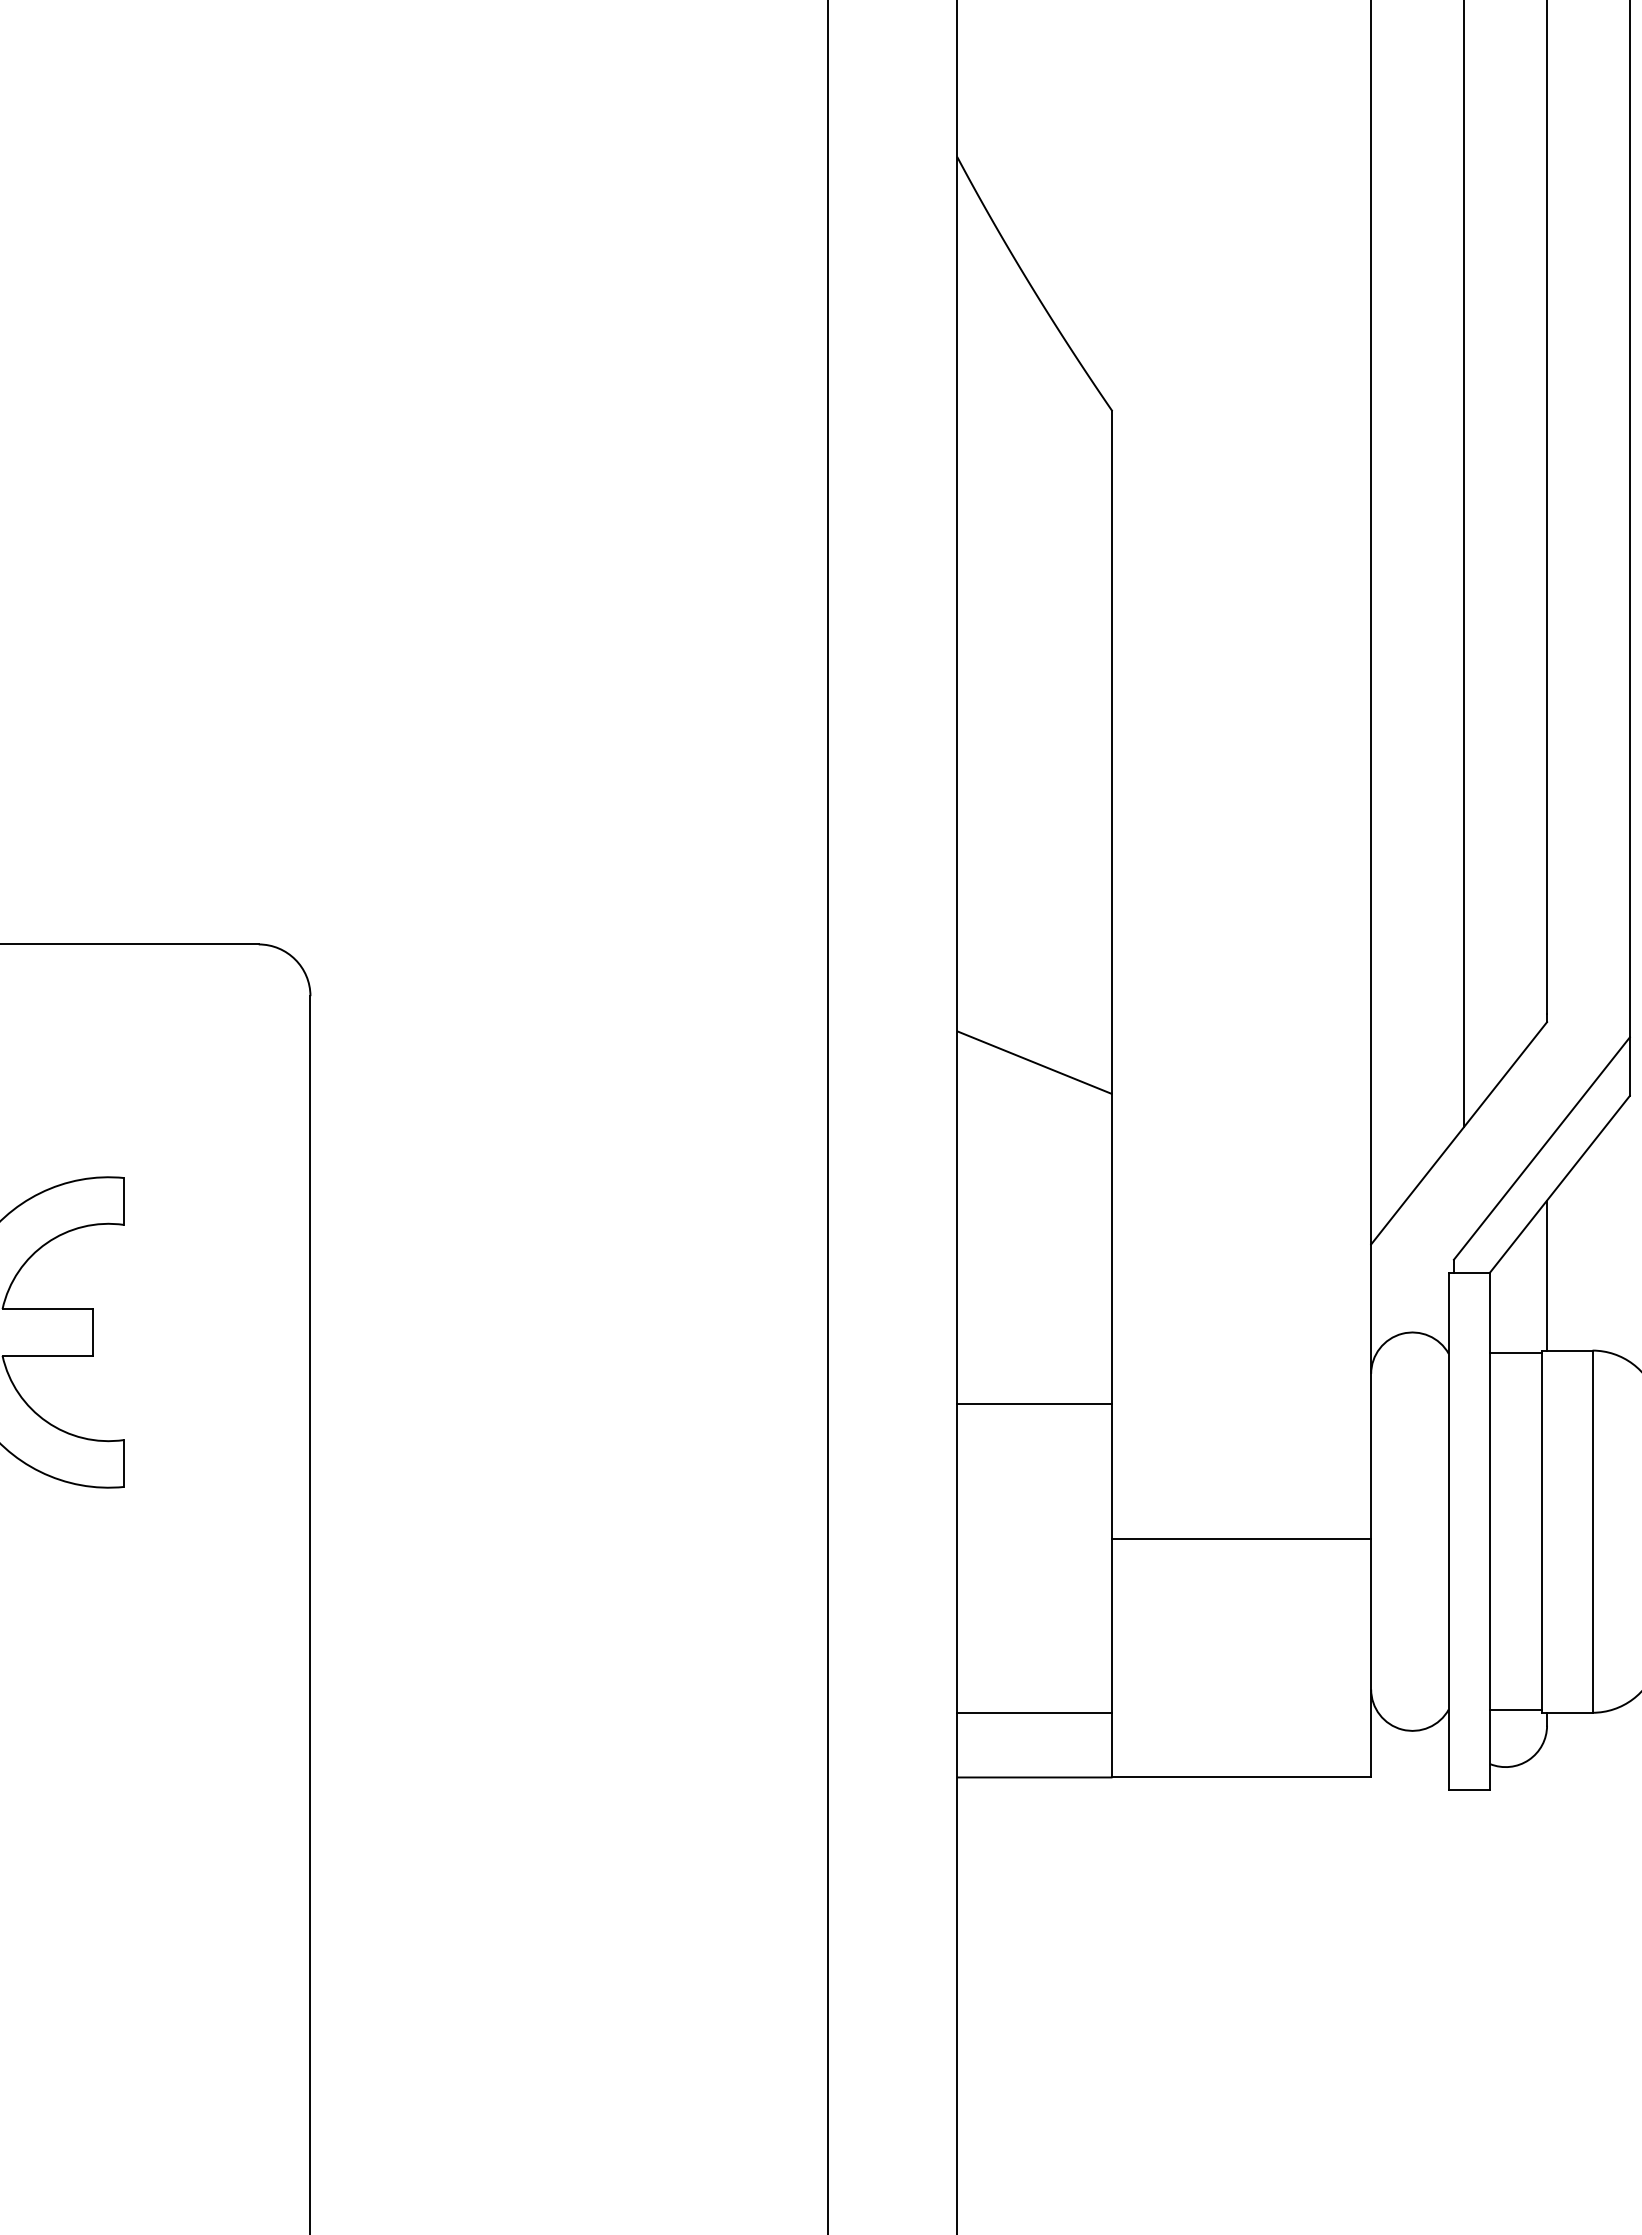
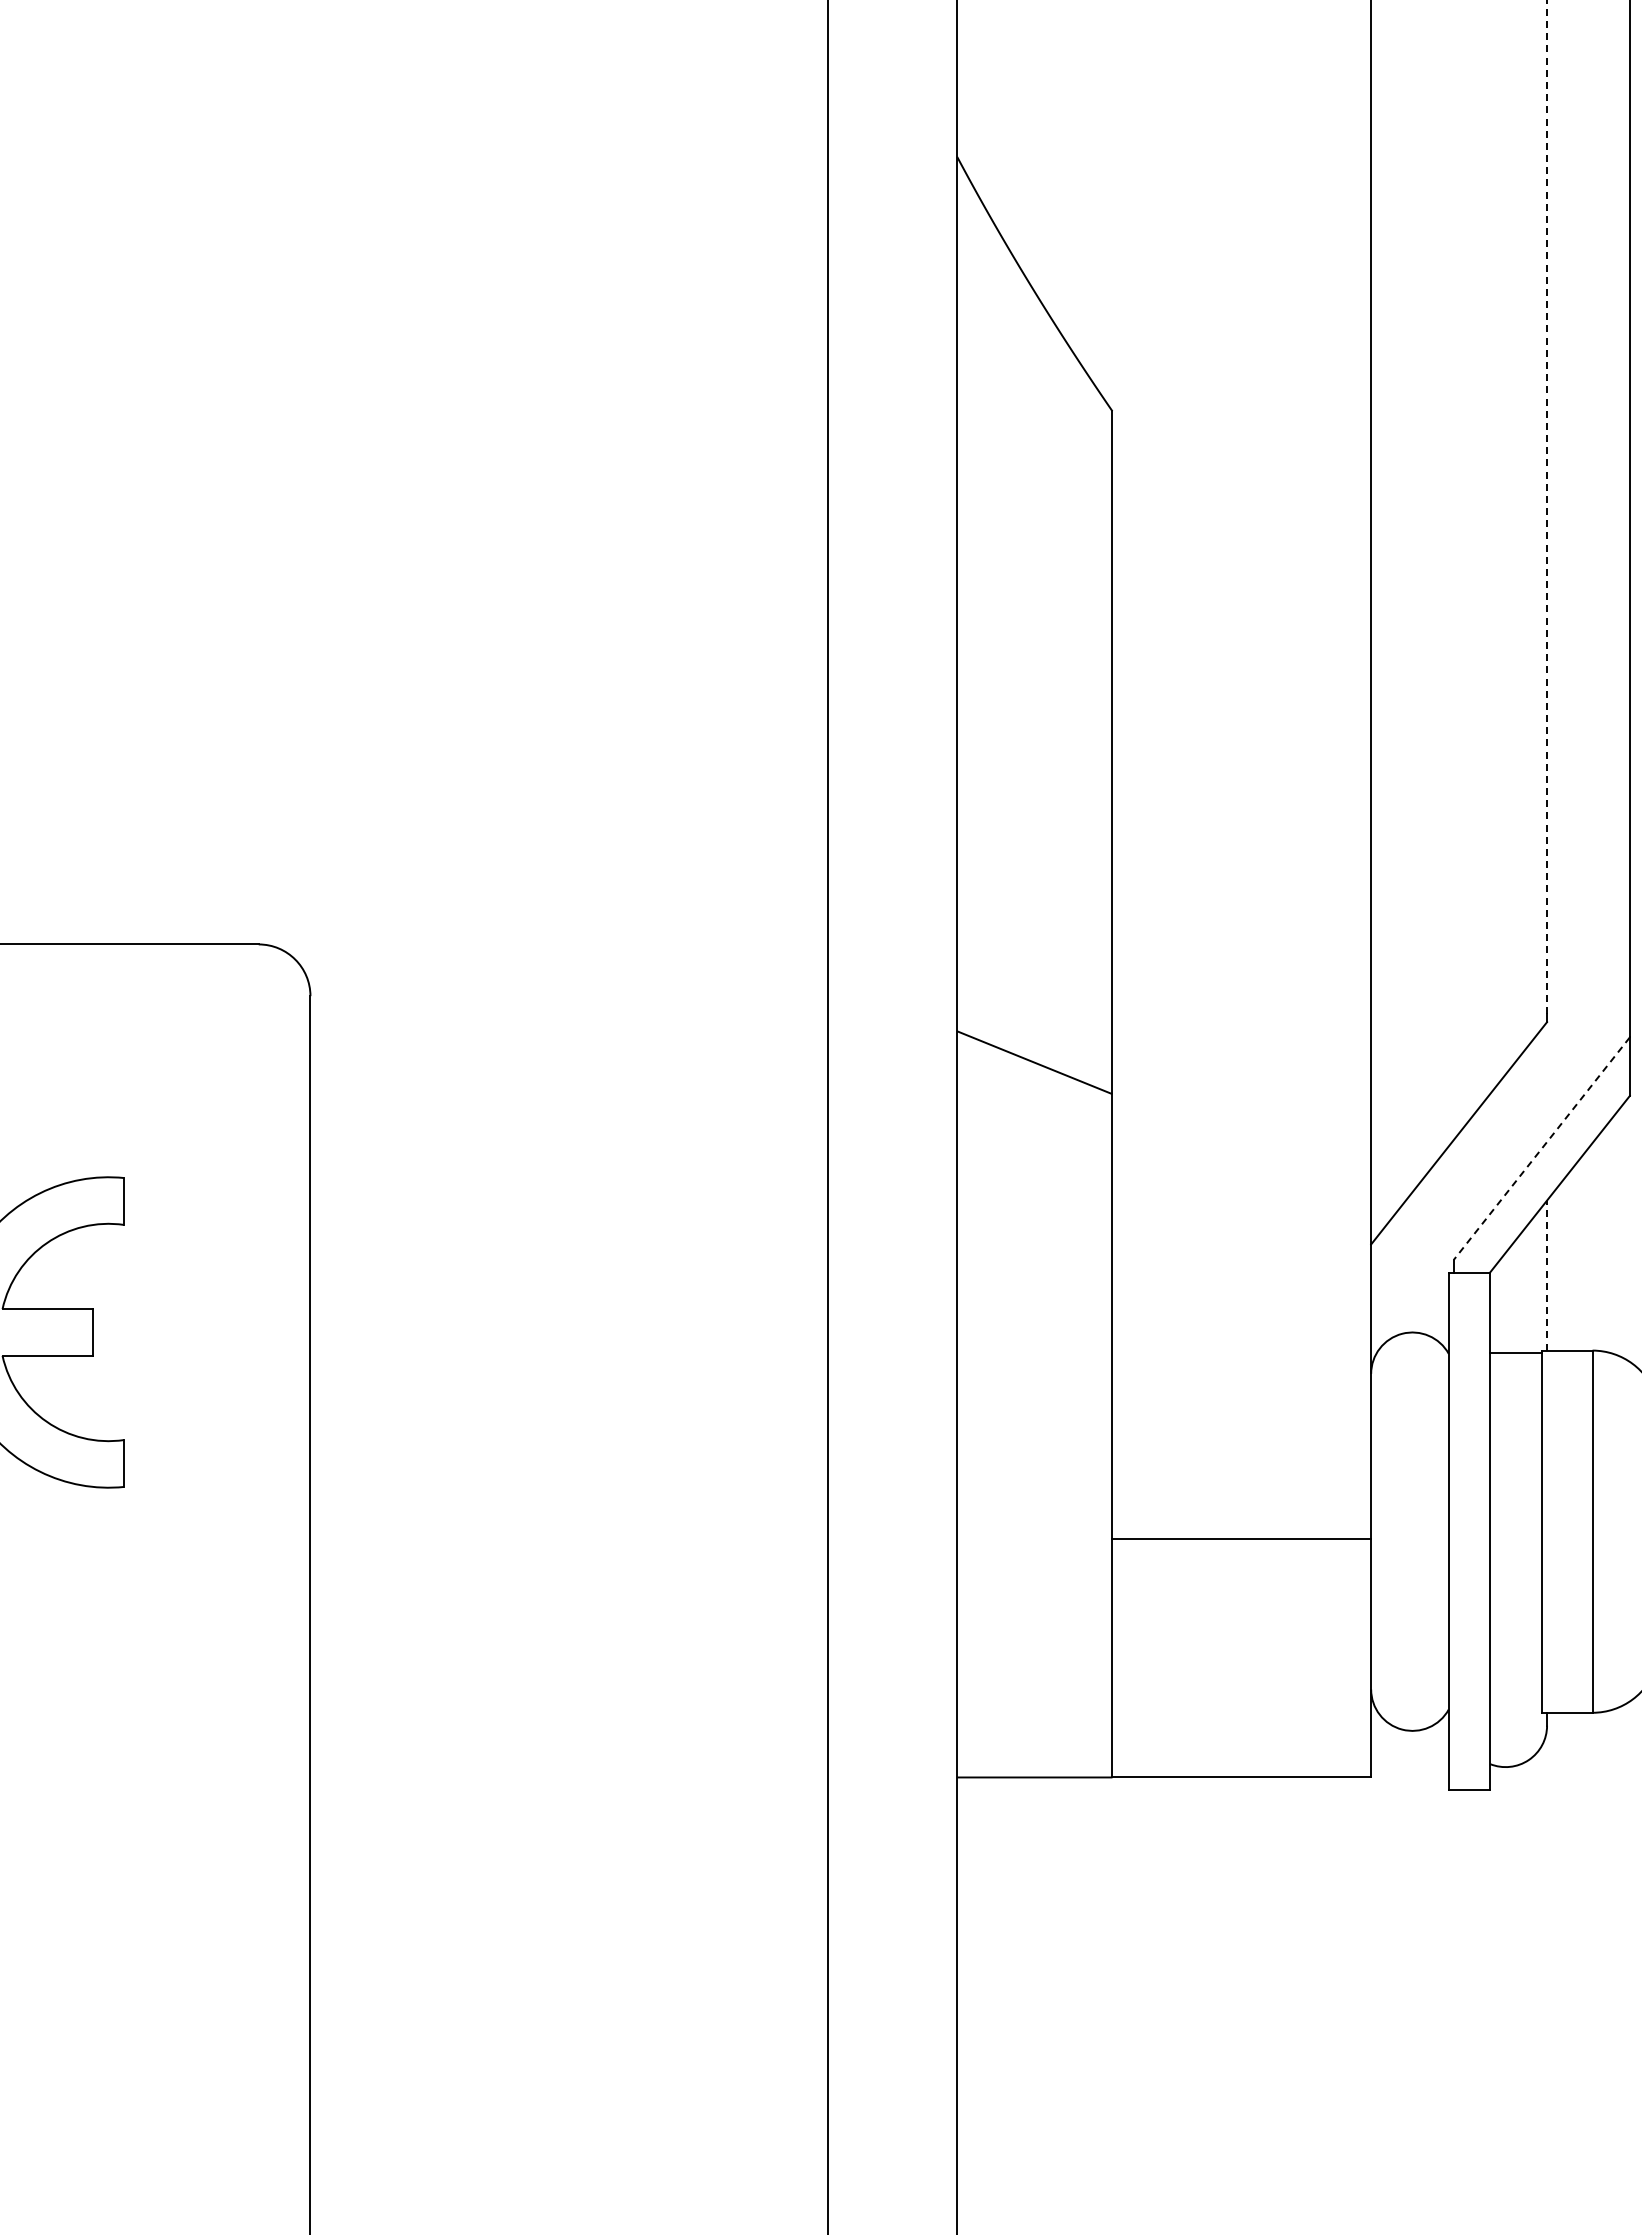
line at (1547, 507): solid -> dashed
line at (1464, 564): present -> none
line at (1541, 1148): solid -> dashed
line at (1547, 1275): solid -> dashed
line at (1034, 1403): present -> none
line at (1515, 1710): present -> none
line at (1034, 1712): present -> none
